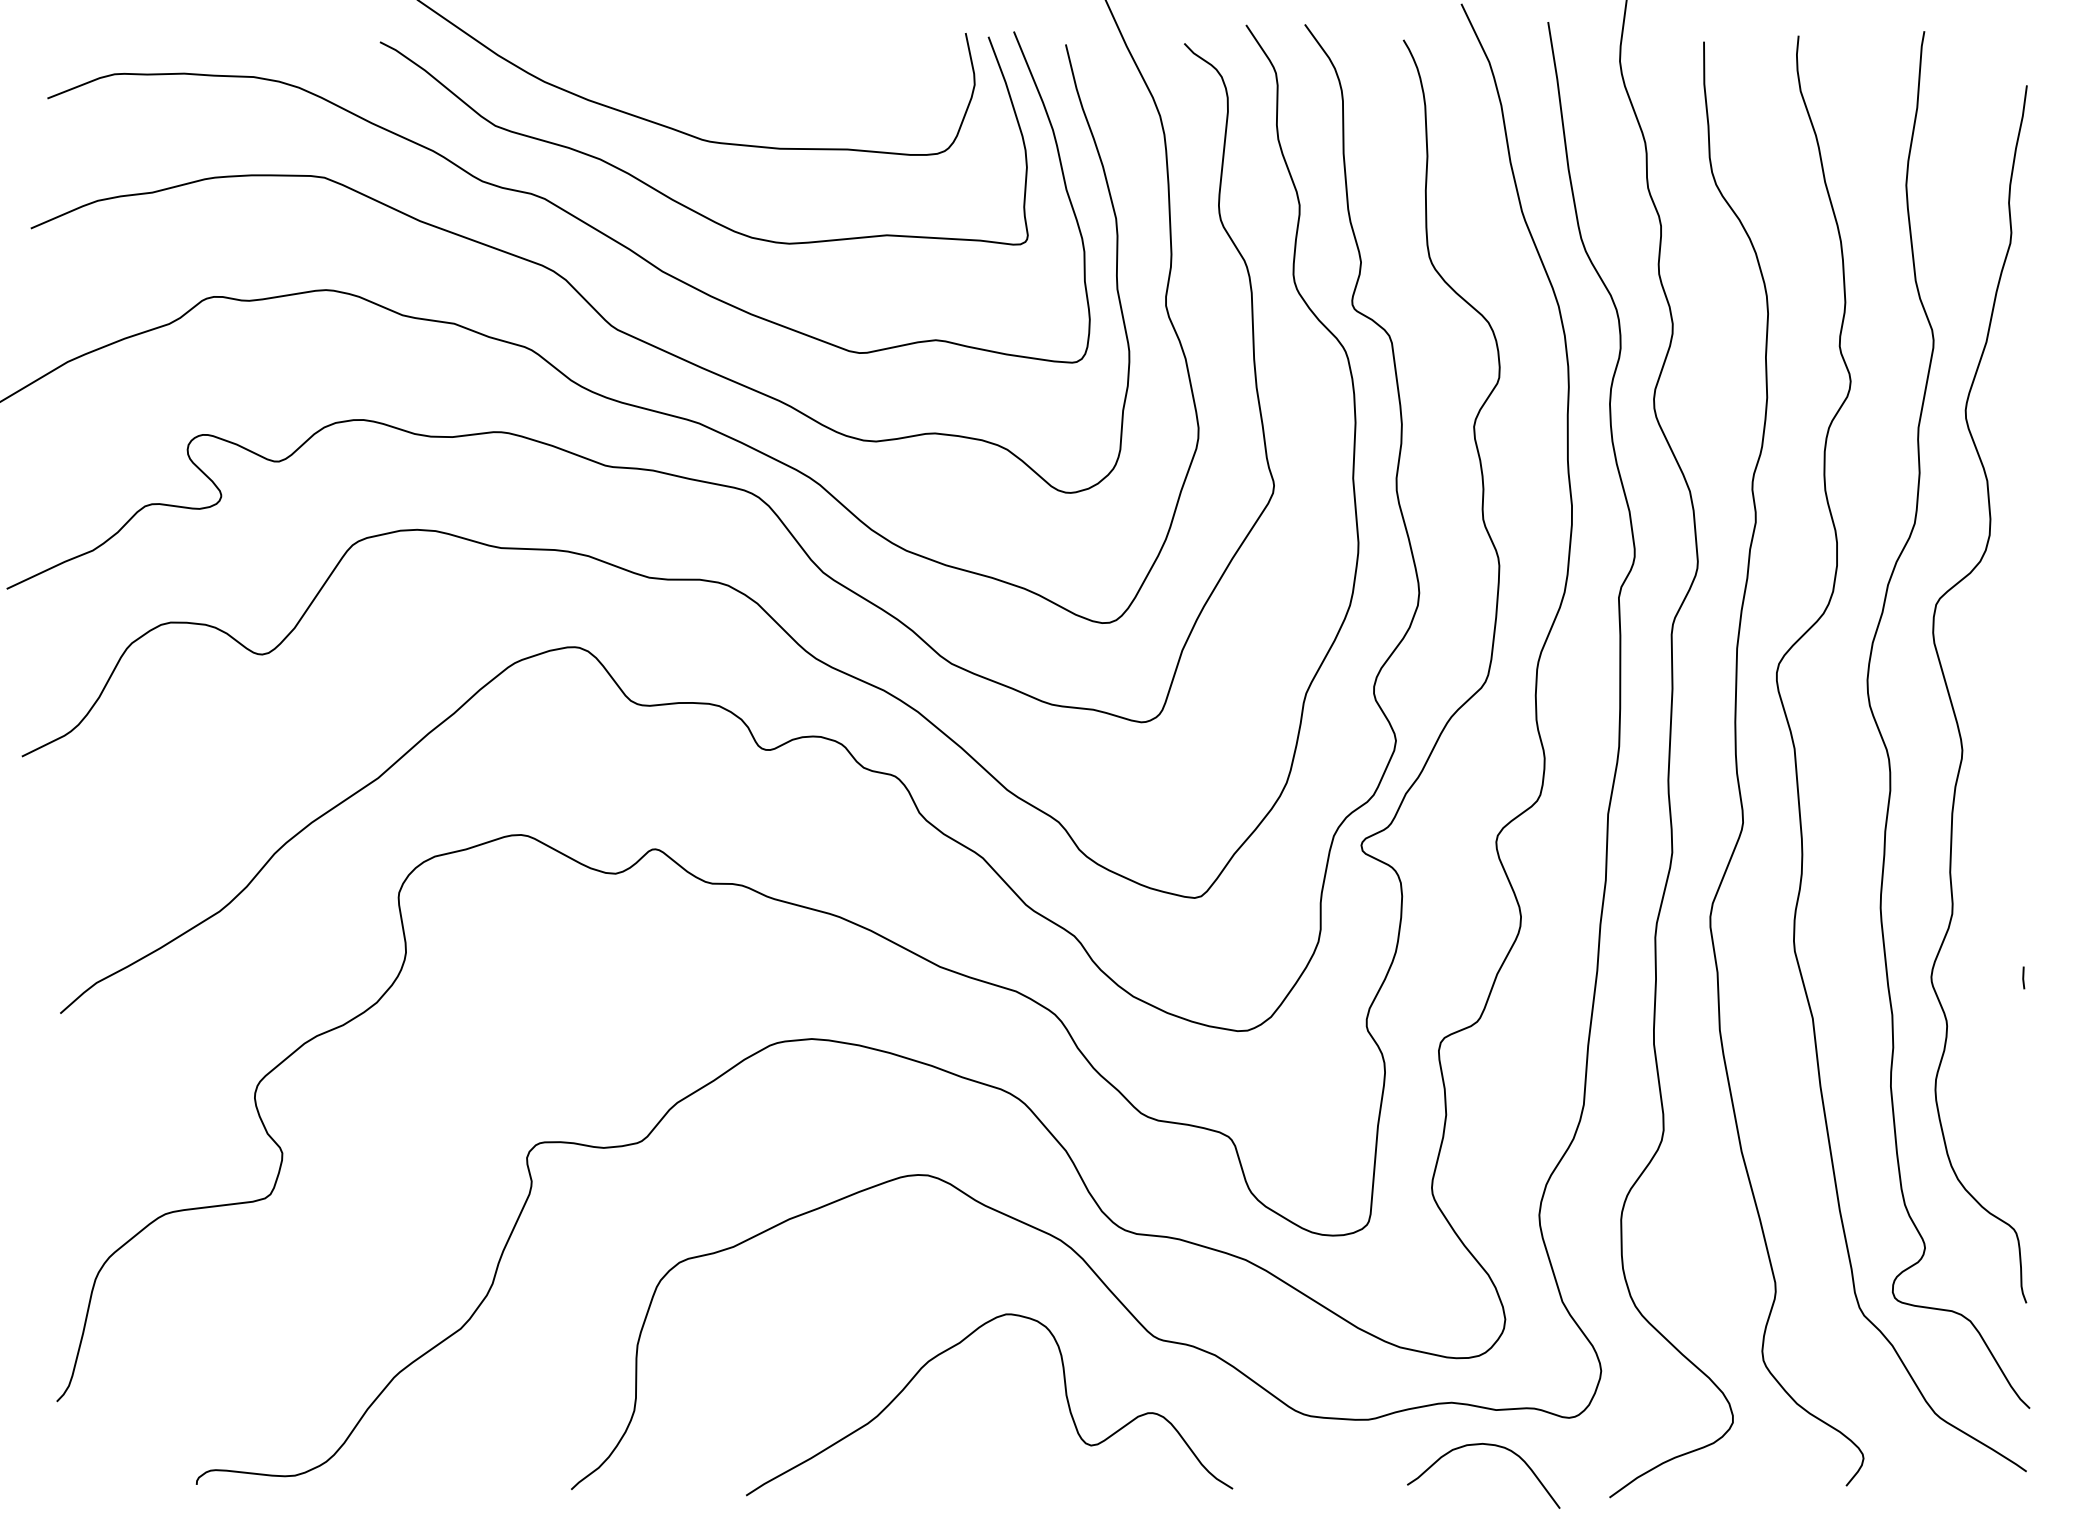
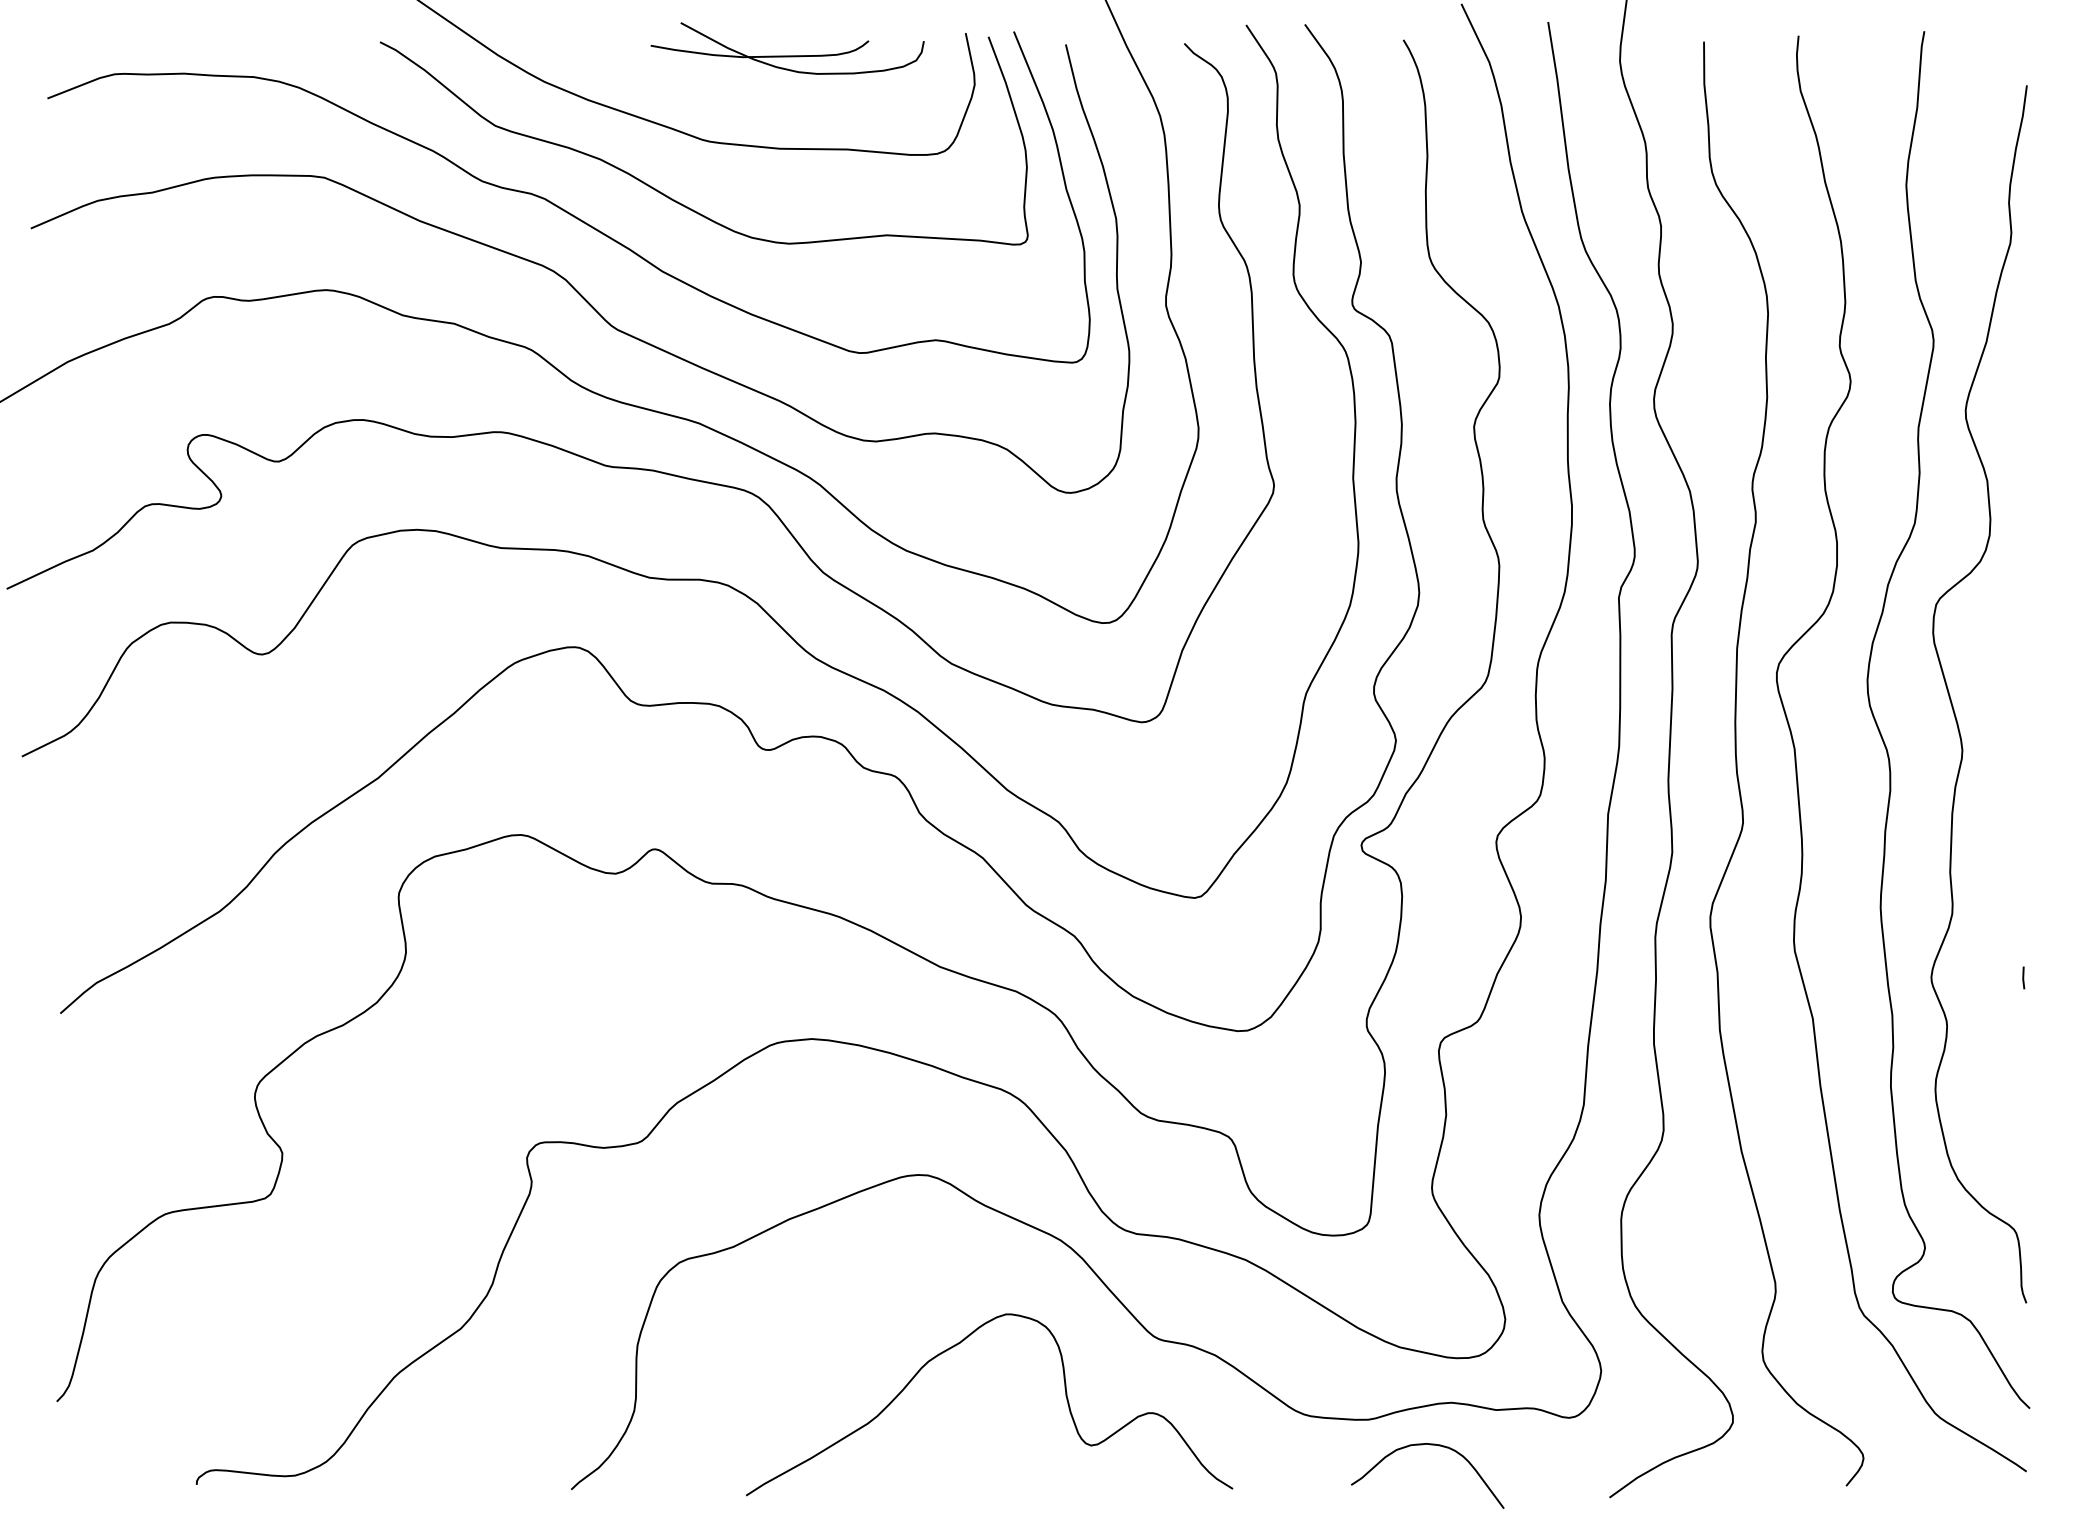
part at (787, 55): none -> present
curve at (1486, 1445) position: (1486, 1445) -> (1430, 1445)
